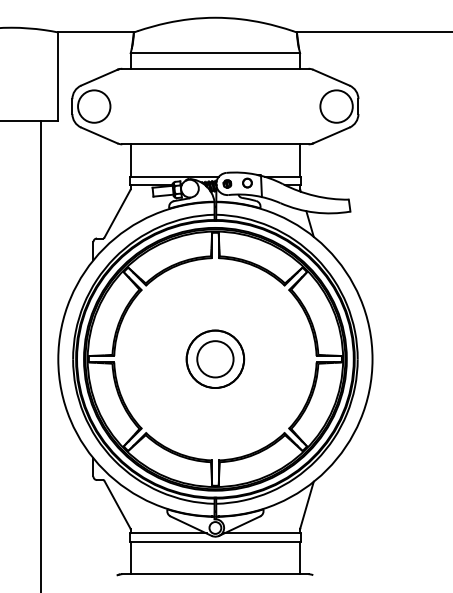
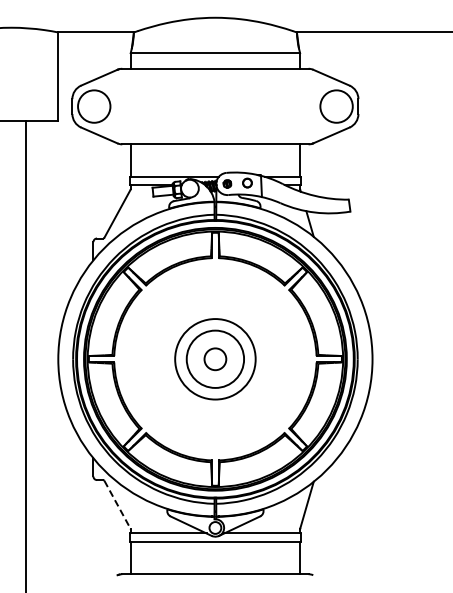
line at (41, 355) position: (41, 355) -> (26, 355)
circle at (215, 359) diameter: 36 px -> 22 px
circle at (215, 359) diameter: 58 px -> 81 px
line at (117, 505): solid -> dashed
